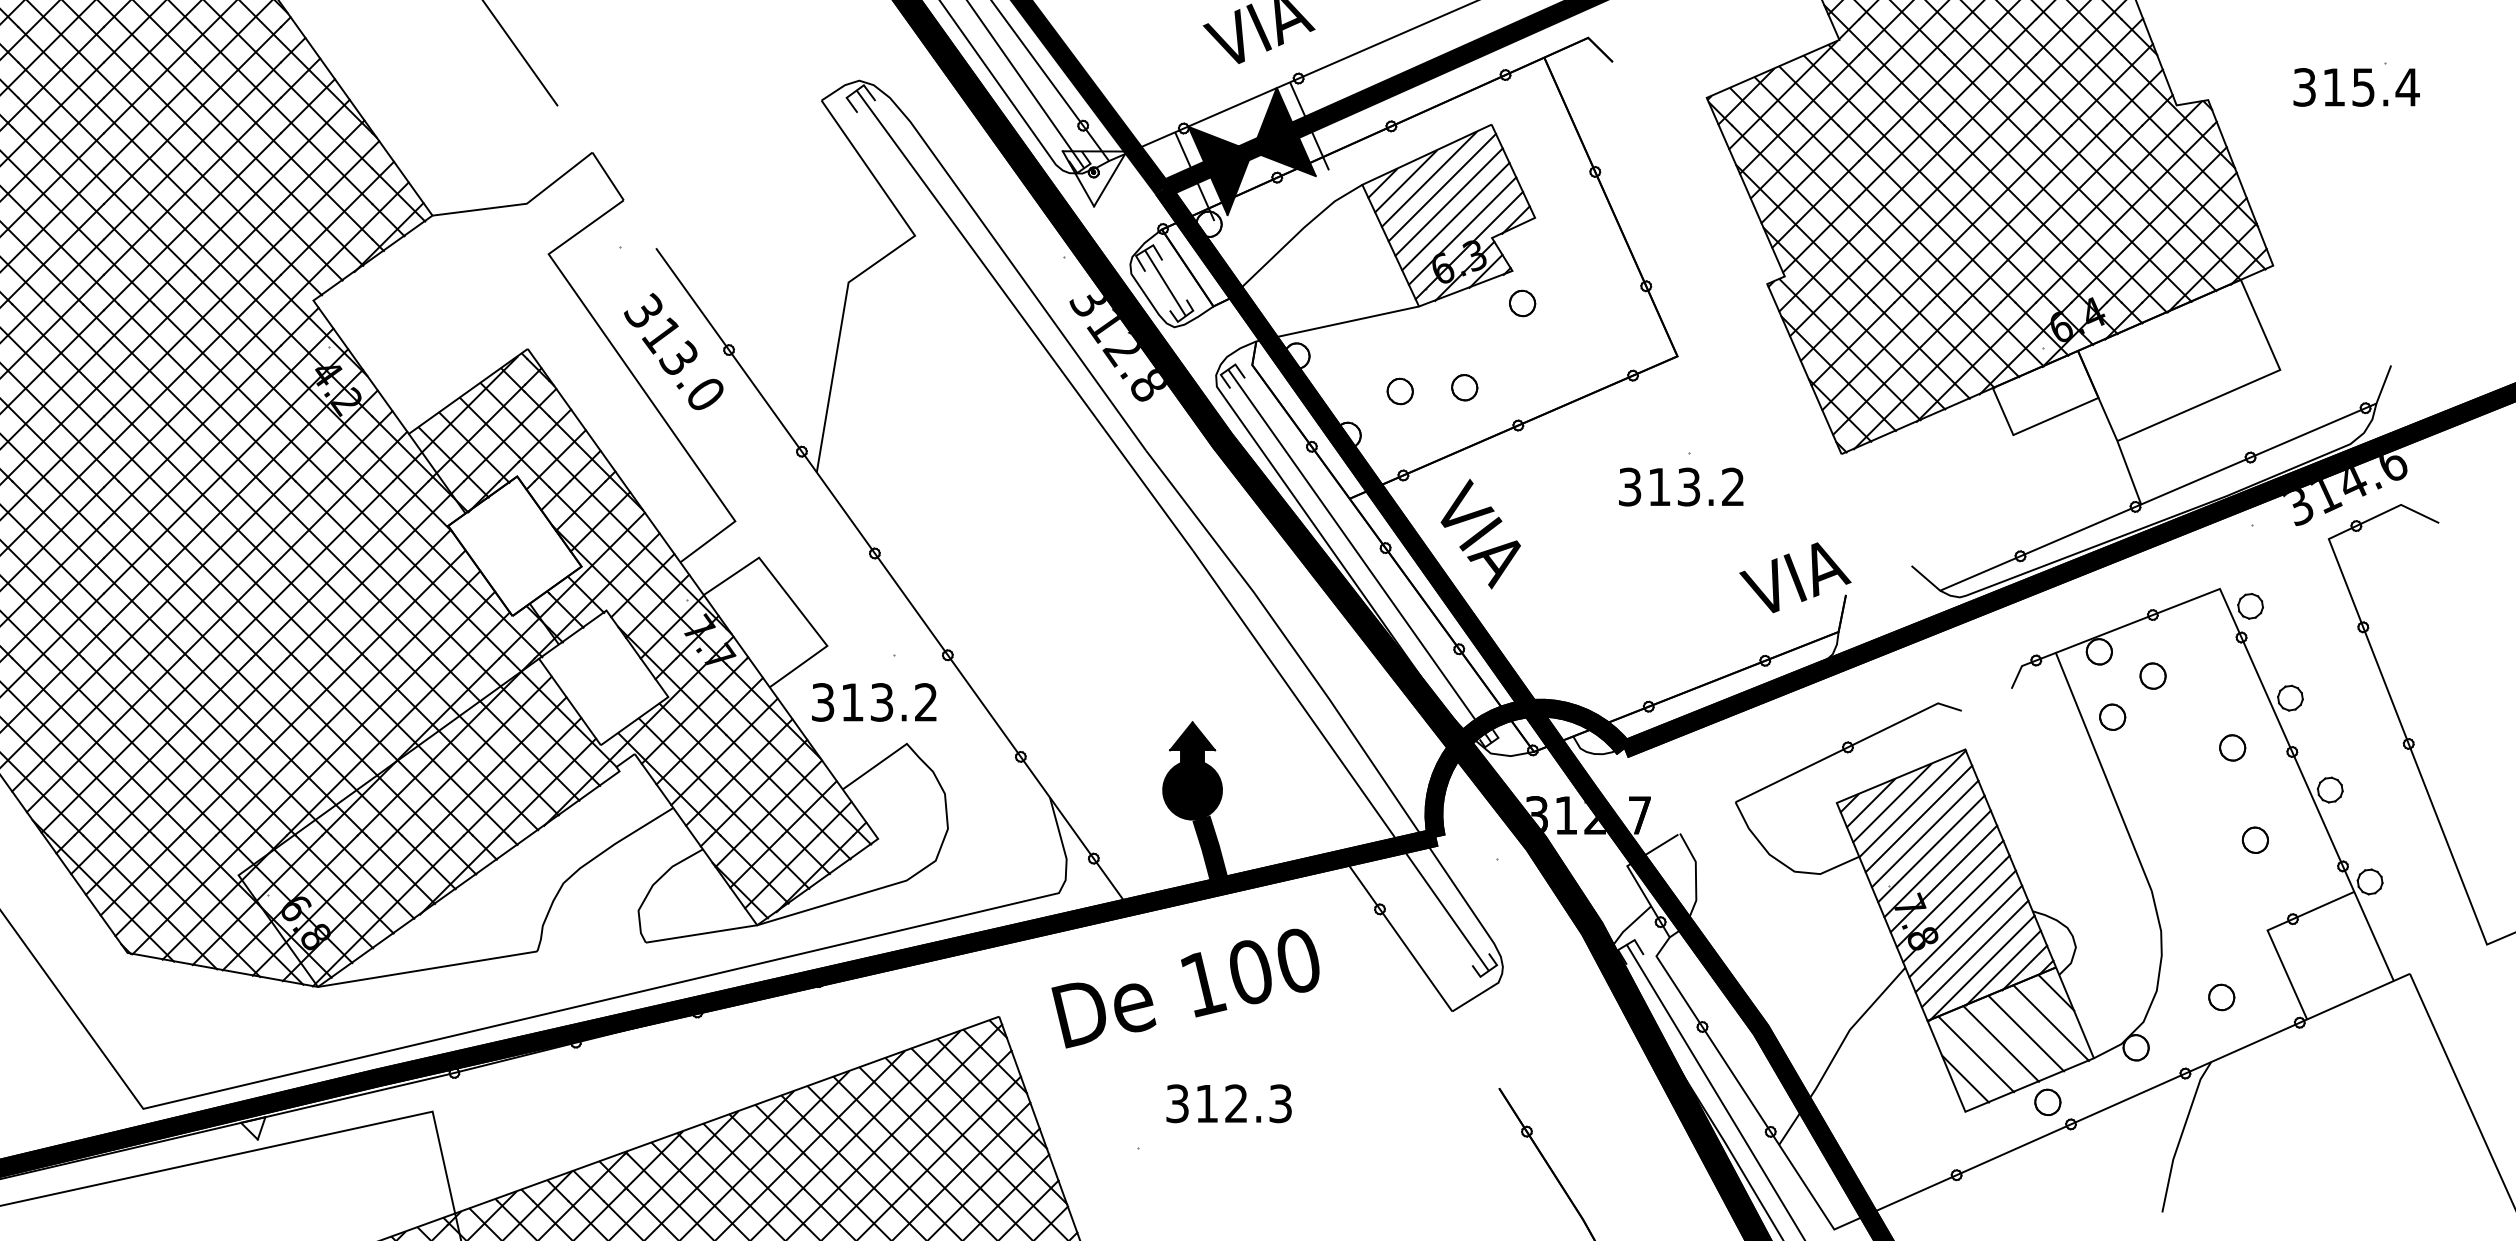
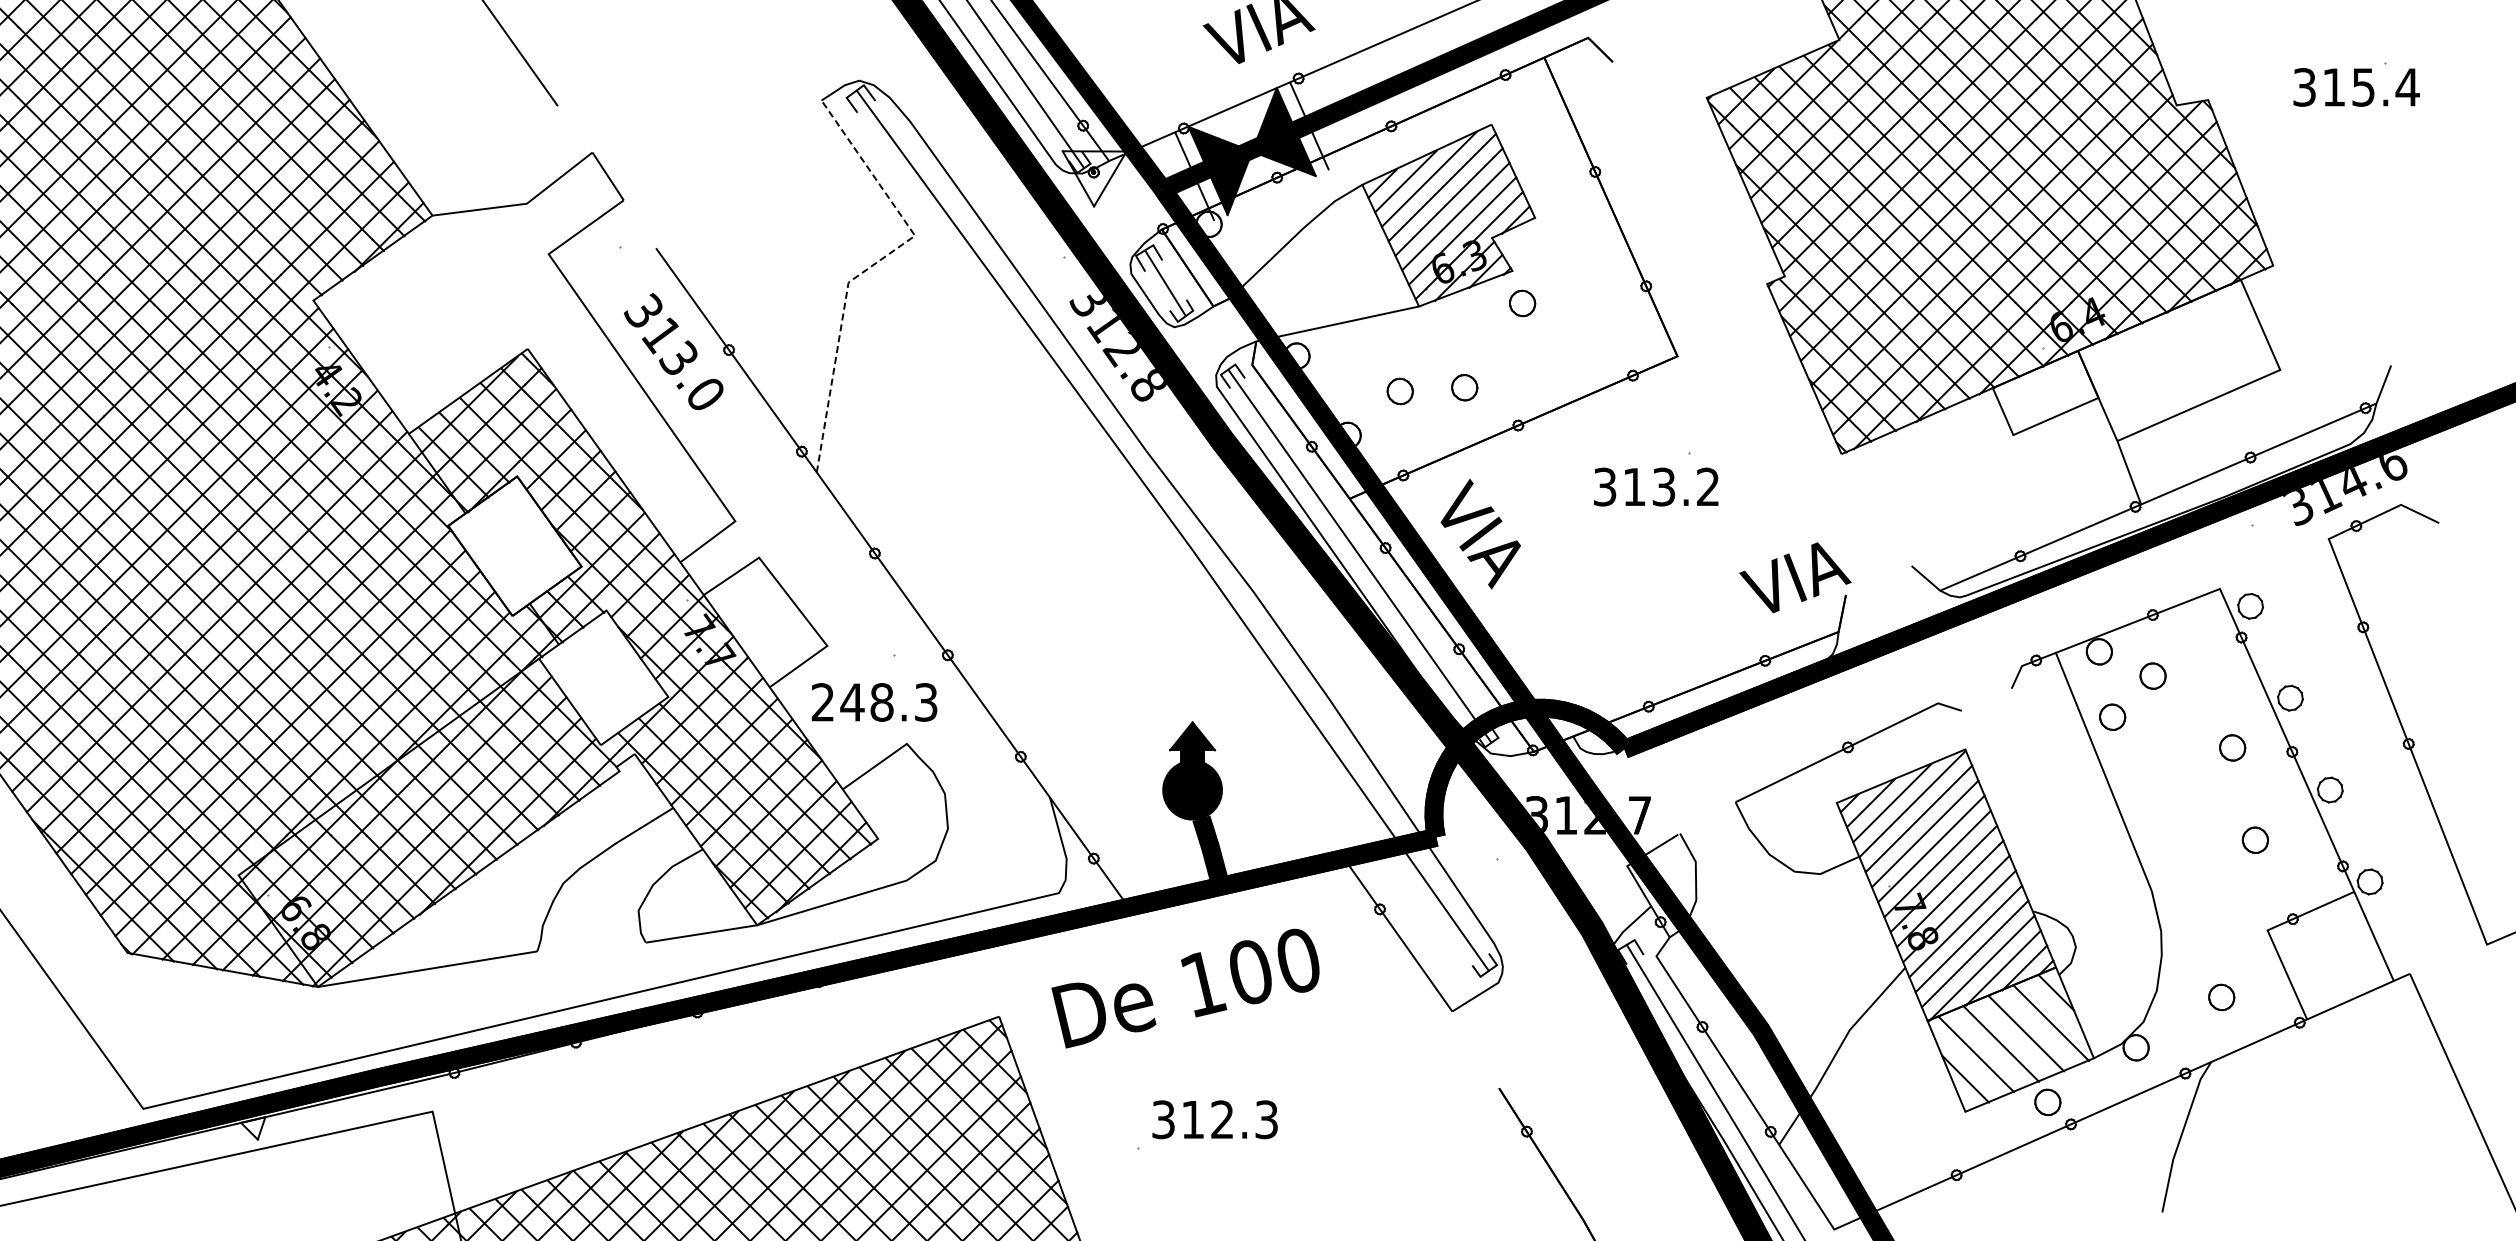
line at (870, 267): solid -> dashed
text at (1681, 486) position: (1681, 486) -> (1656, 486)
text at (874, 702): 313.2 -> 248.3
text at (1228, 1103) position: (1228, 1103) -> (1214, 1119)
